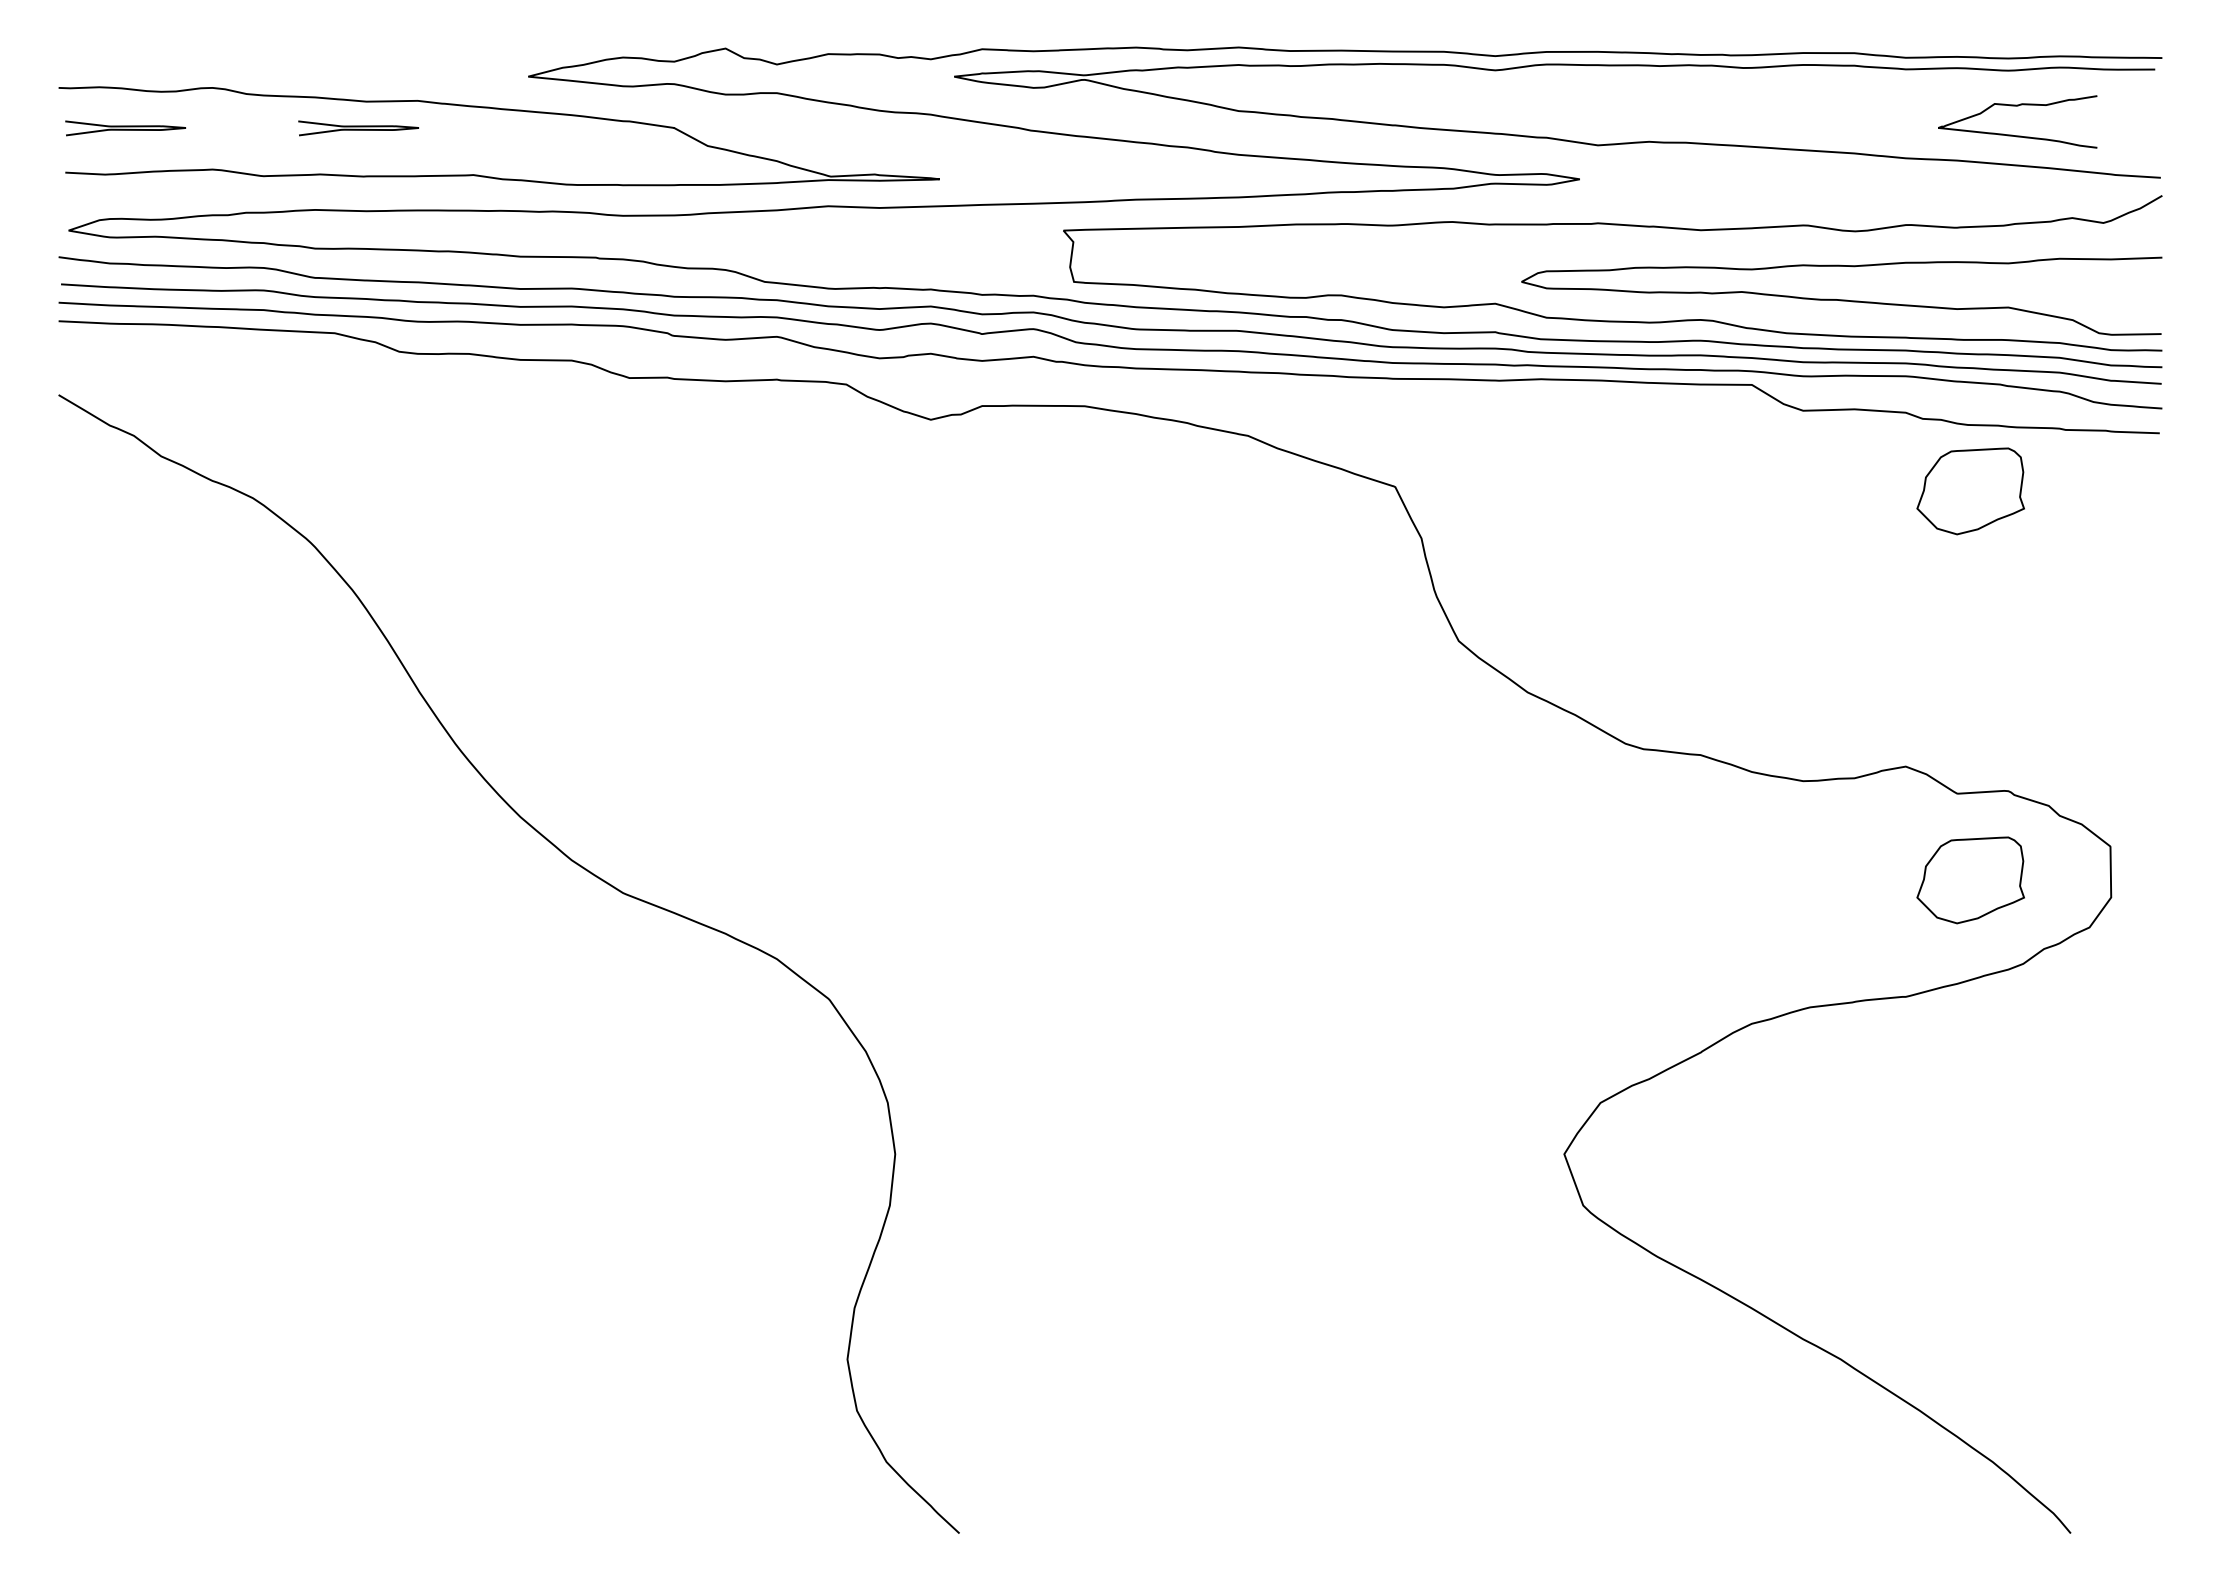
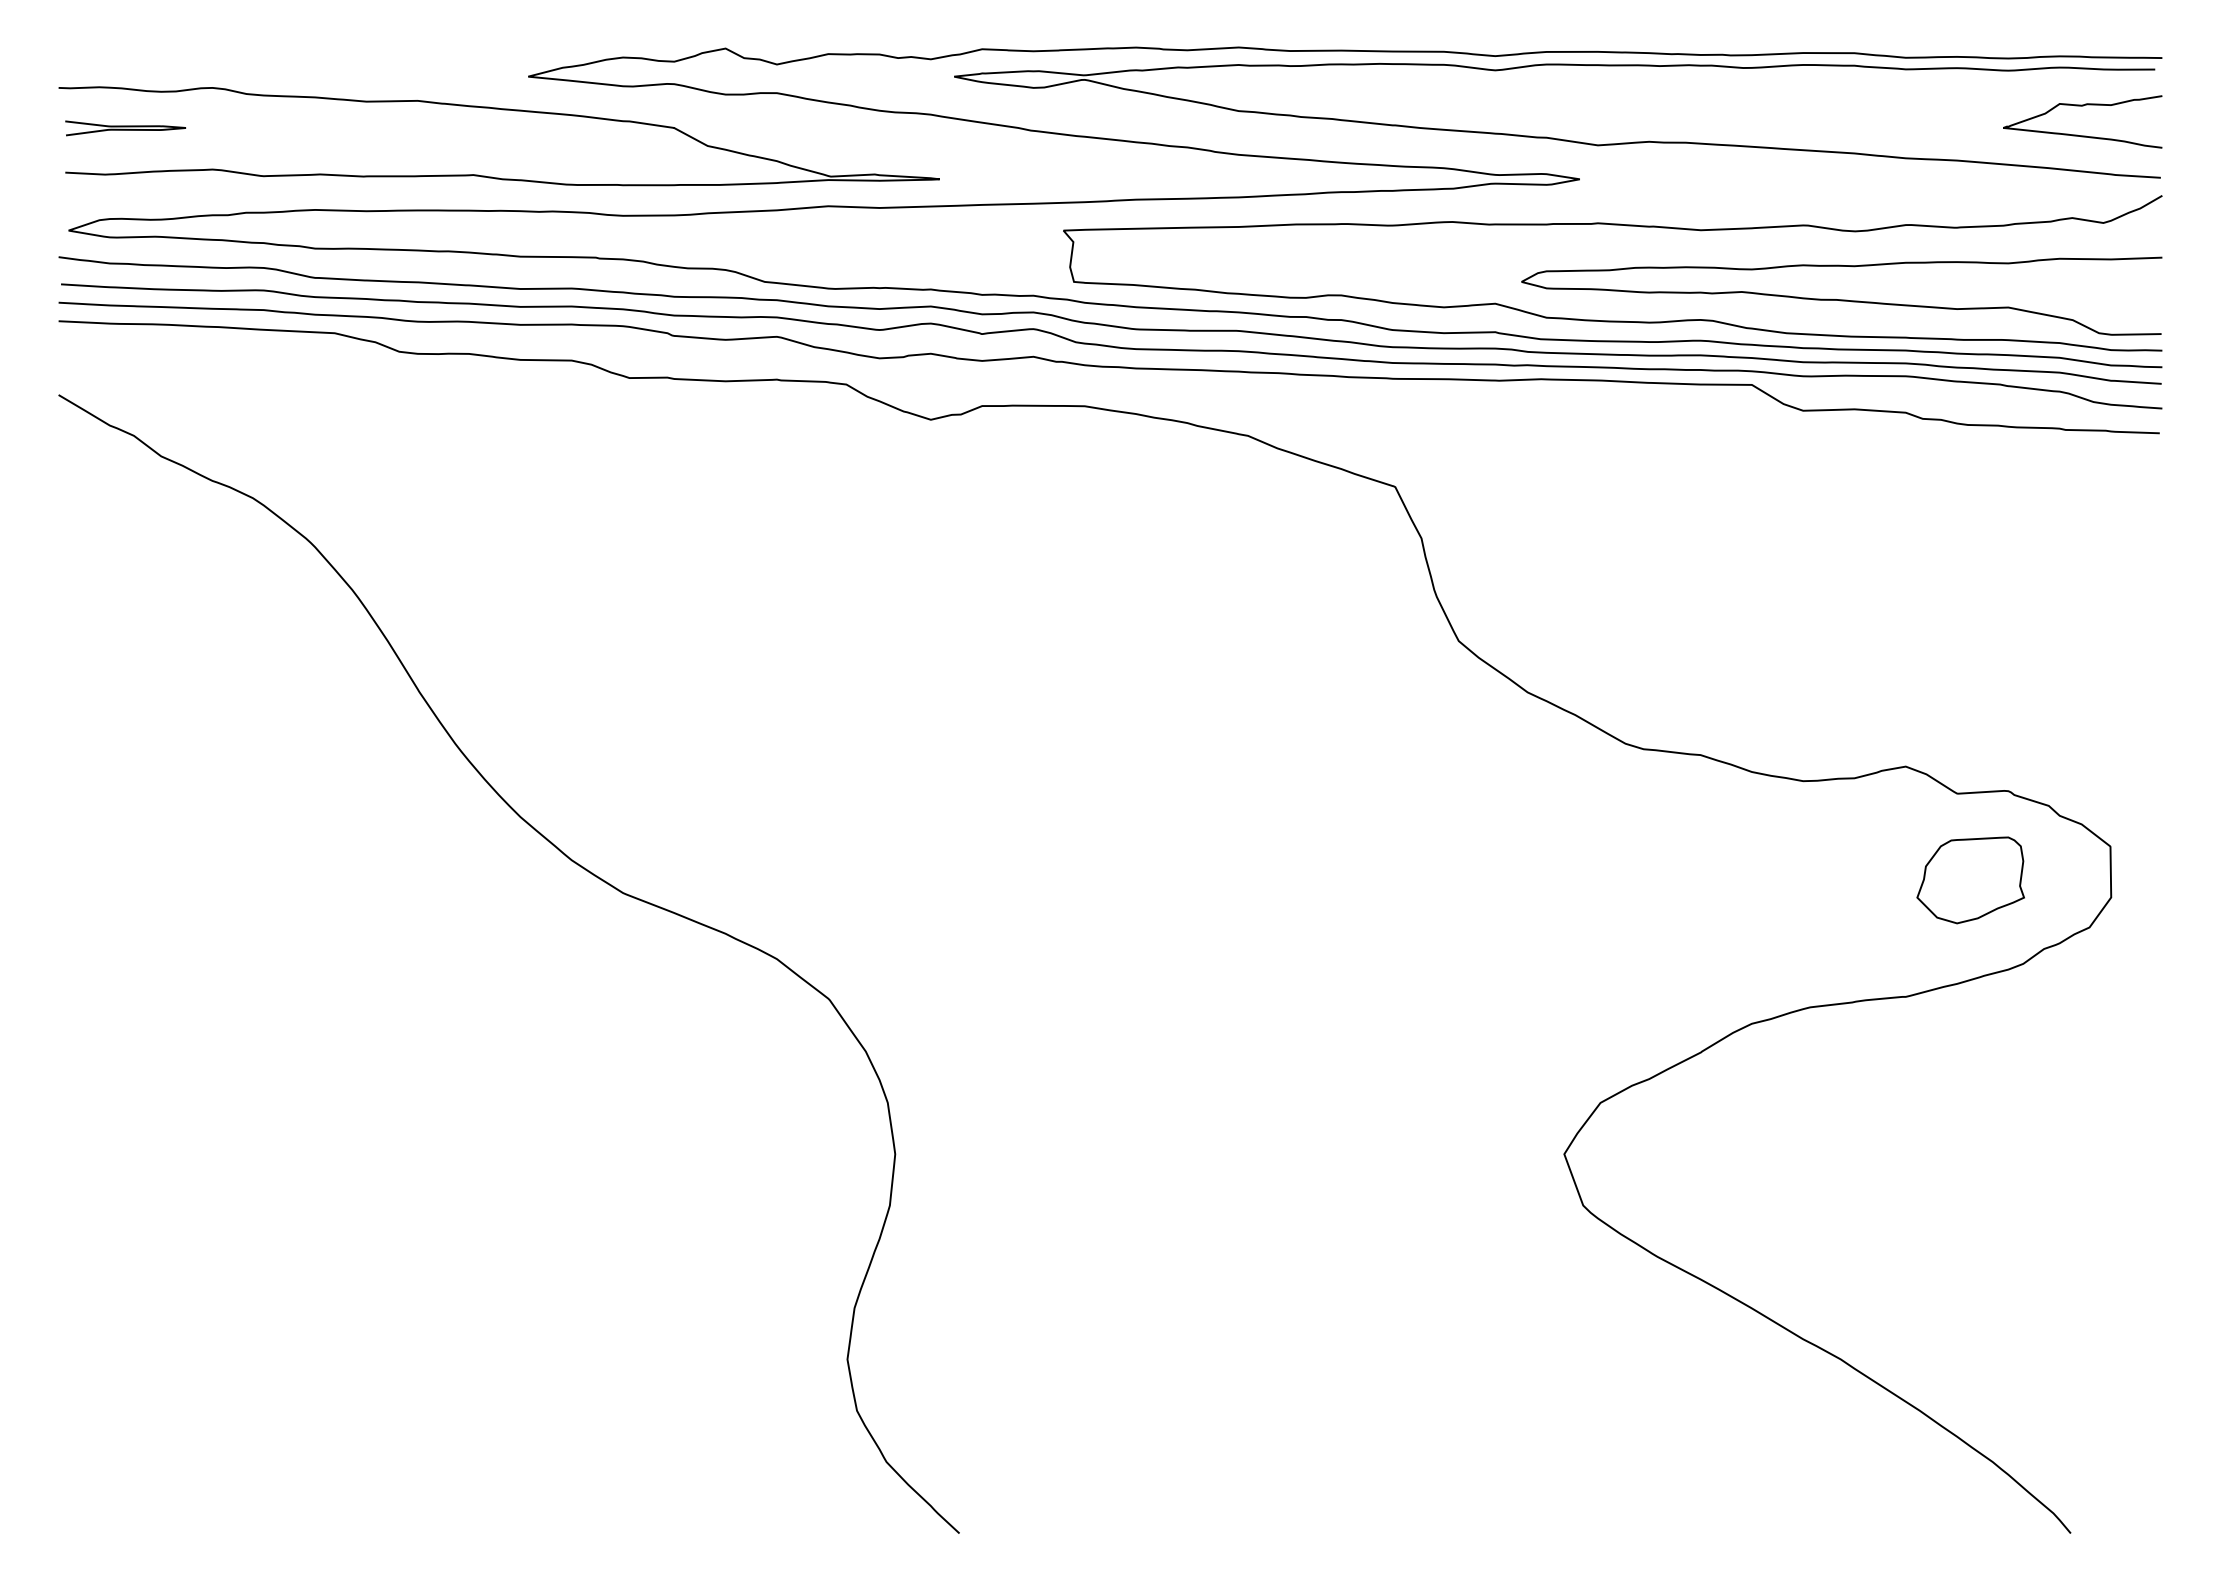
curve at (358, 128): present -> none
curve at (2012, 134) position: (2012, 134) -> (2077, 134)
part at (1970, 491): present -> none
